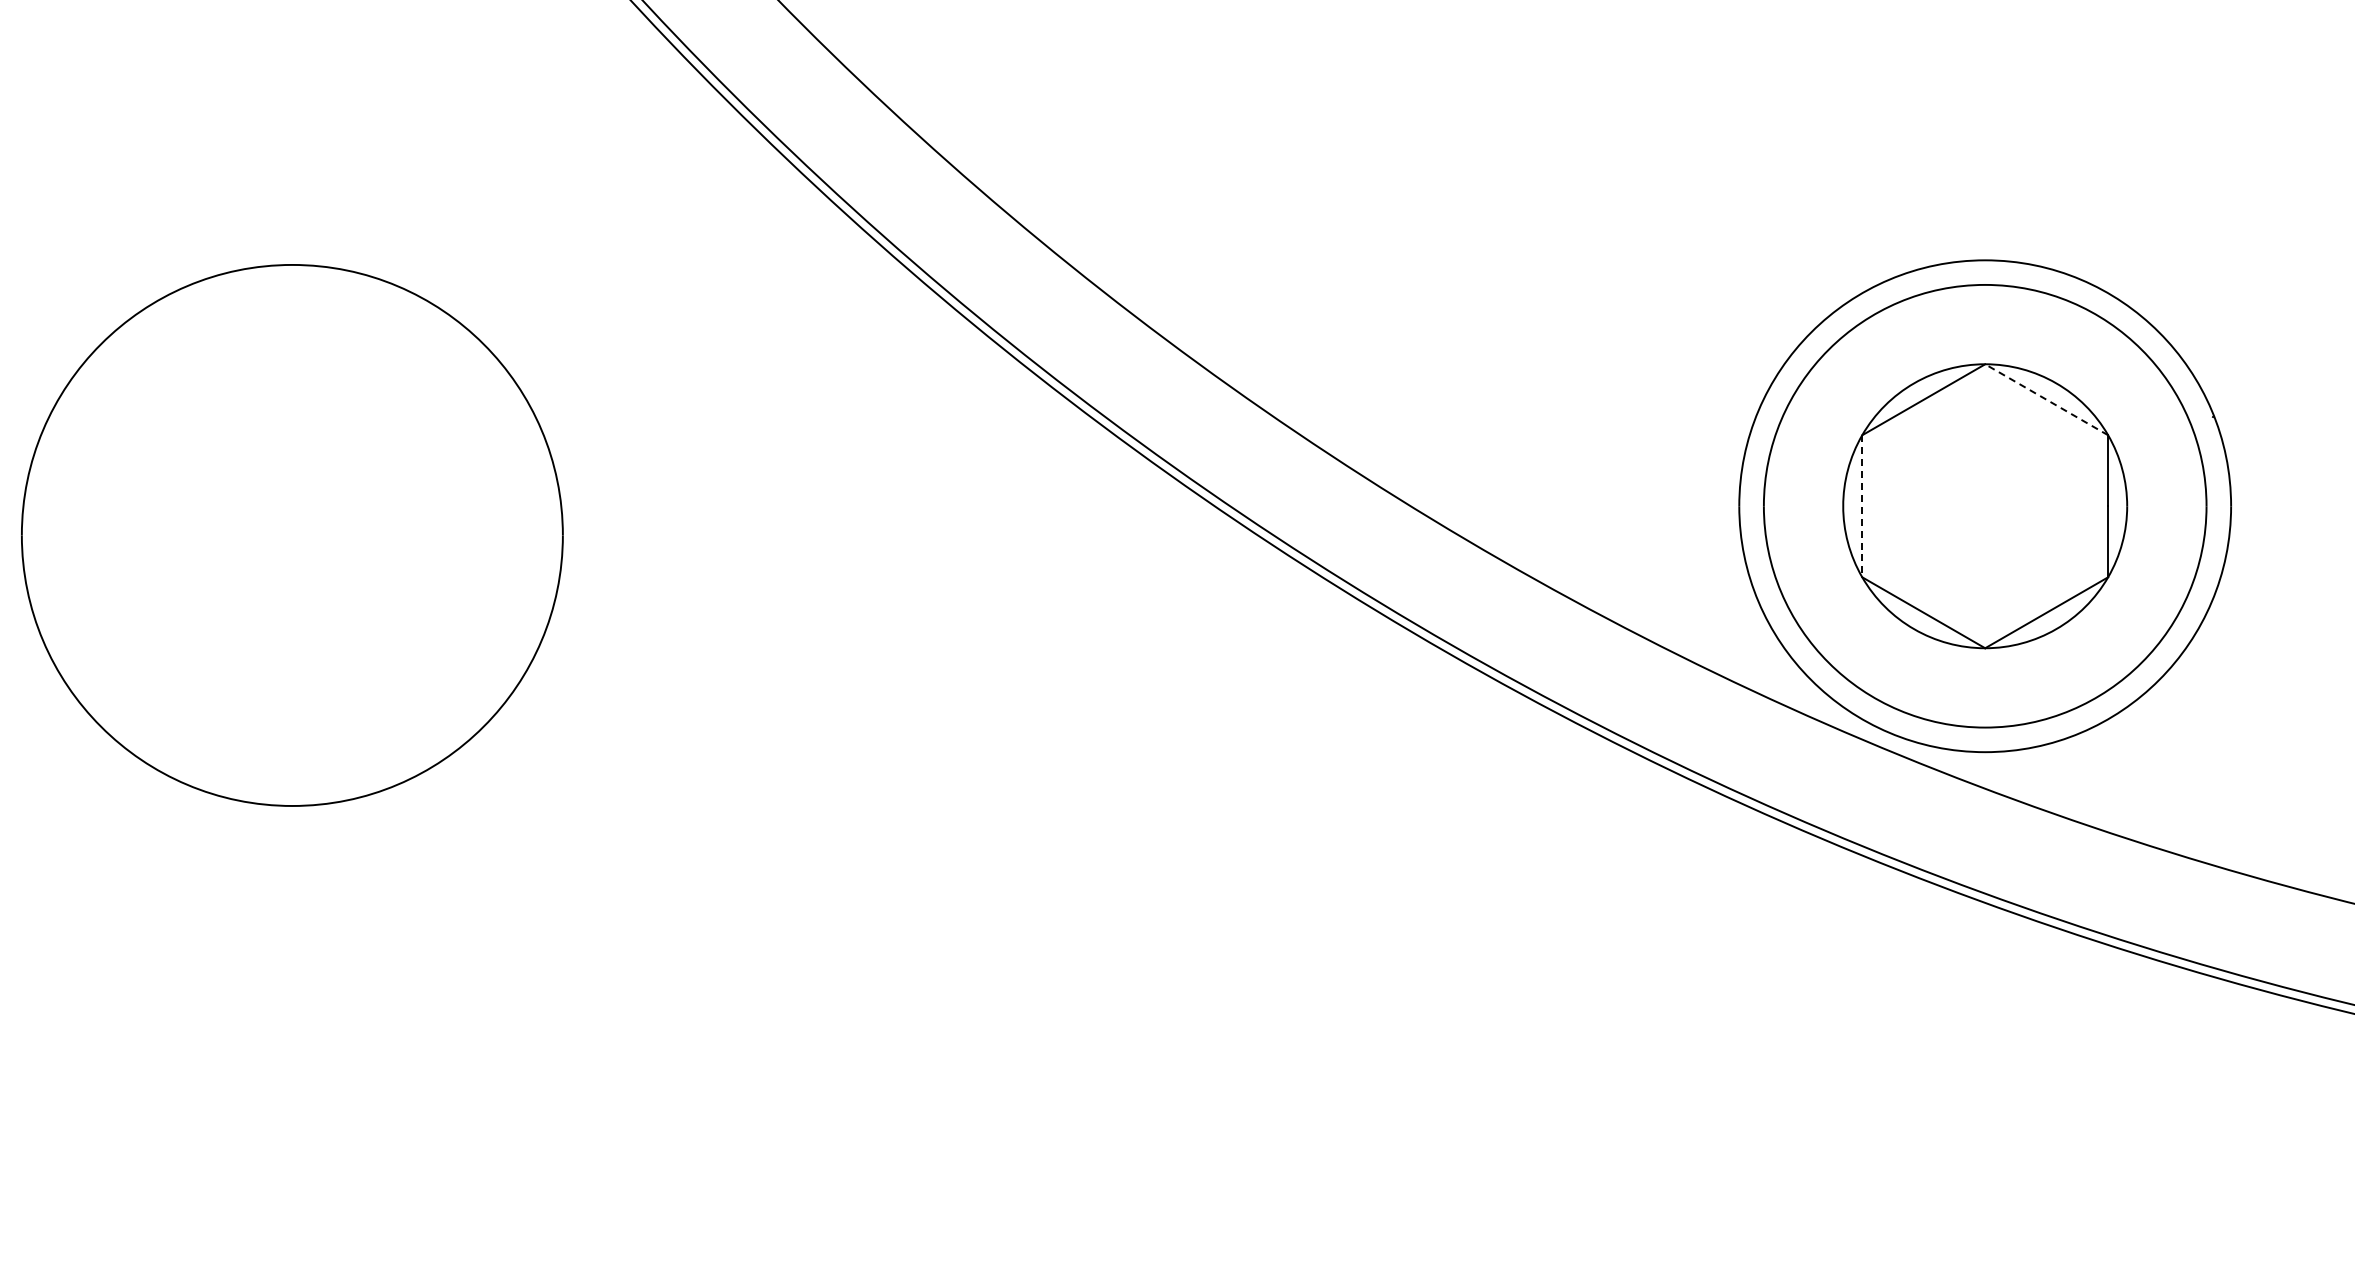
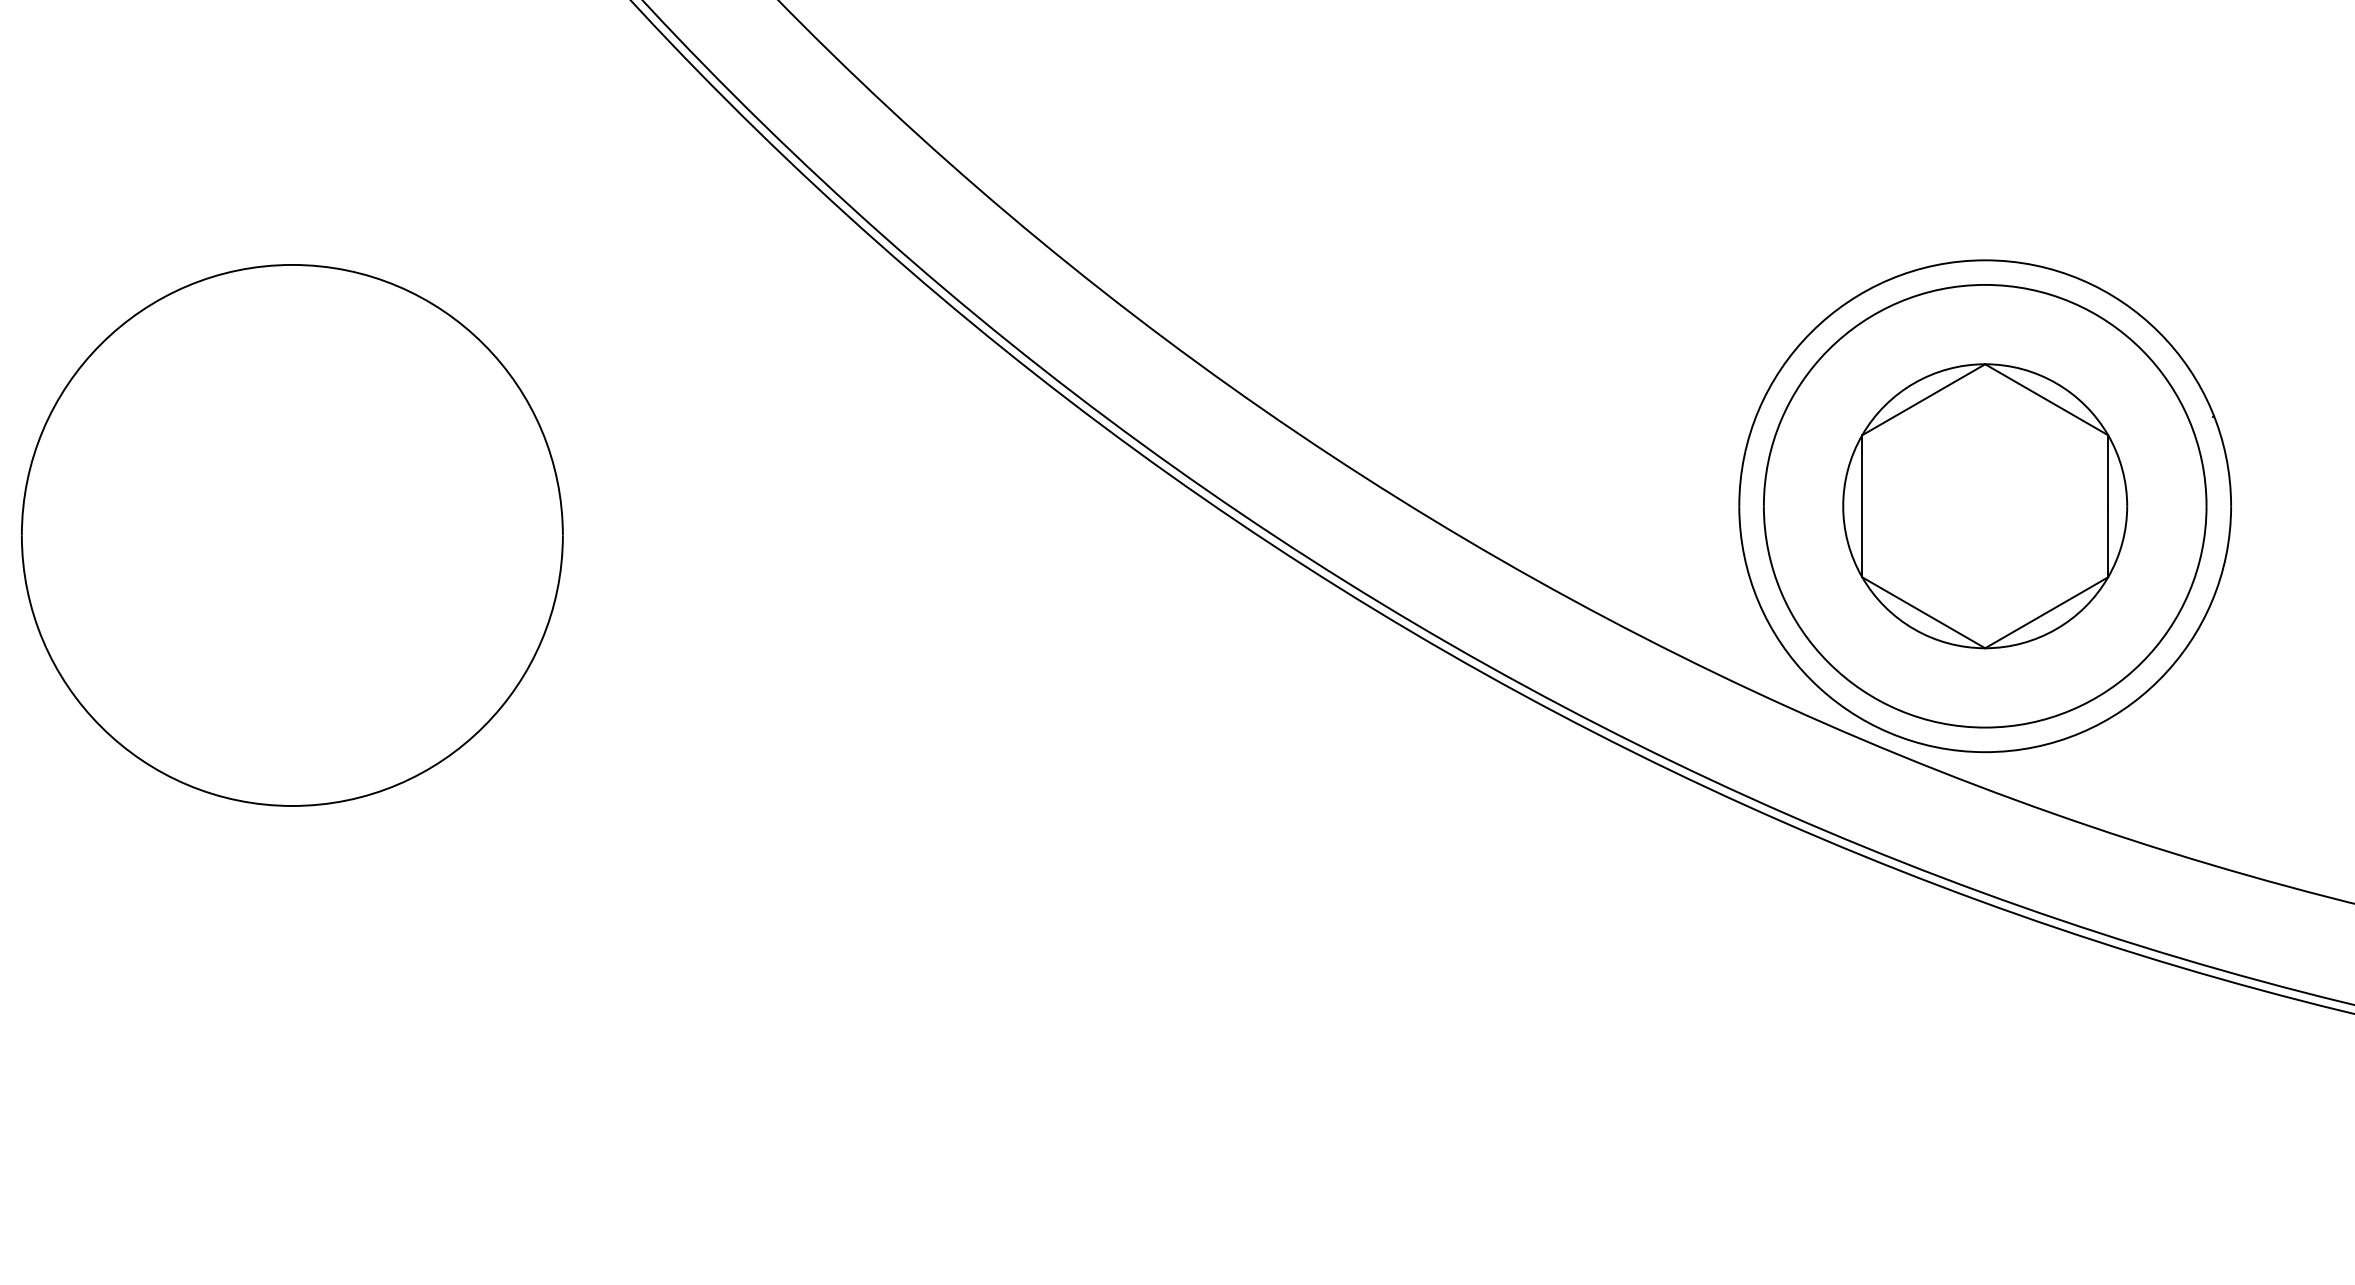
line at (2046, 399): dashed -> solid
line at (1862, 506): dashed -> solid
